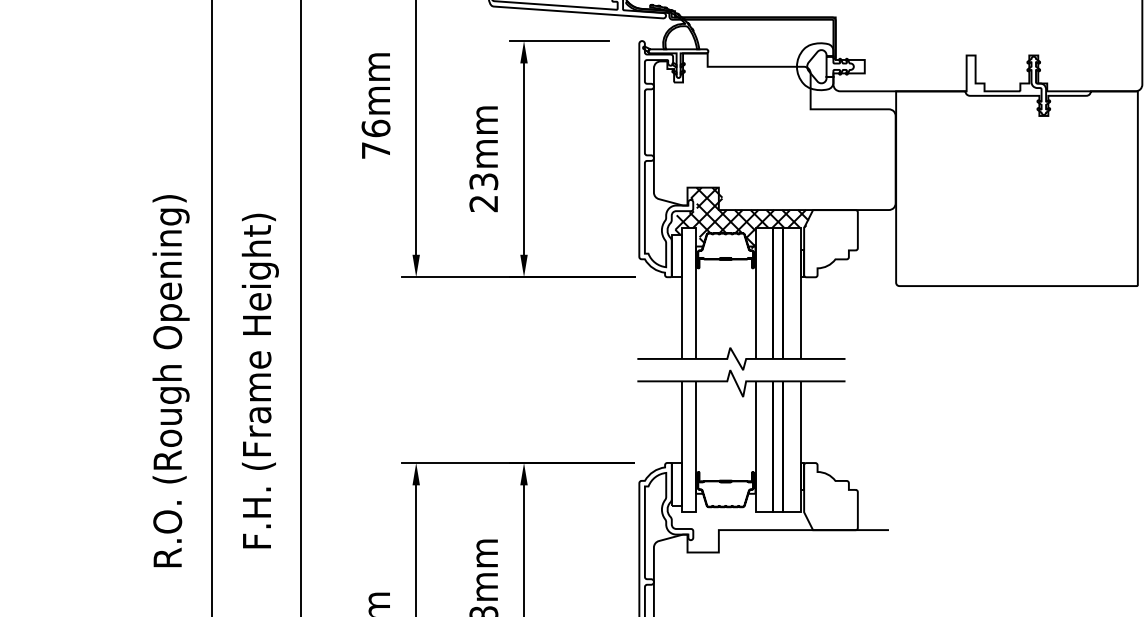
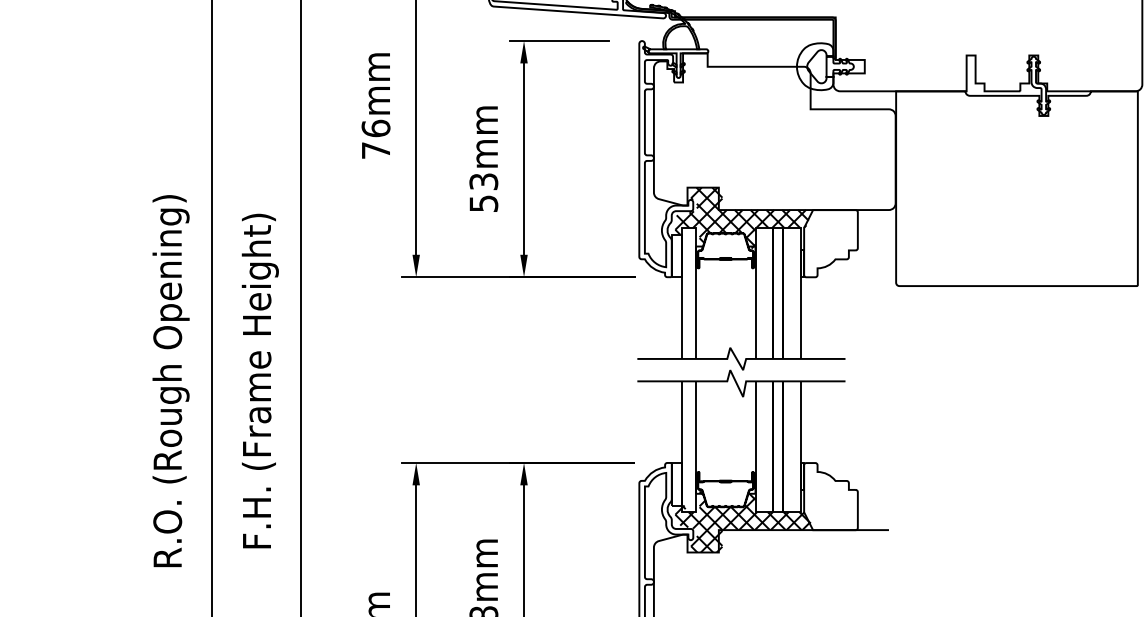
text at (483, 203): 23mm -> 53mm
hatch at (742, 520): none -> present
